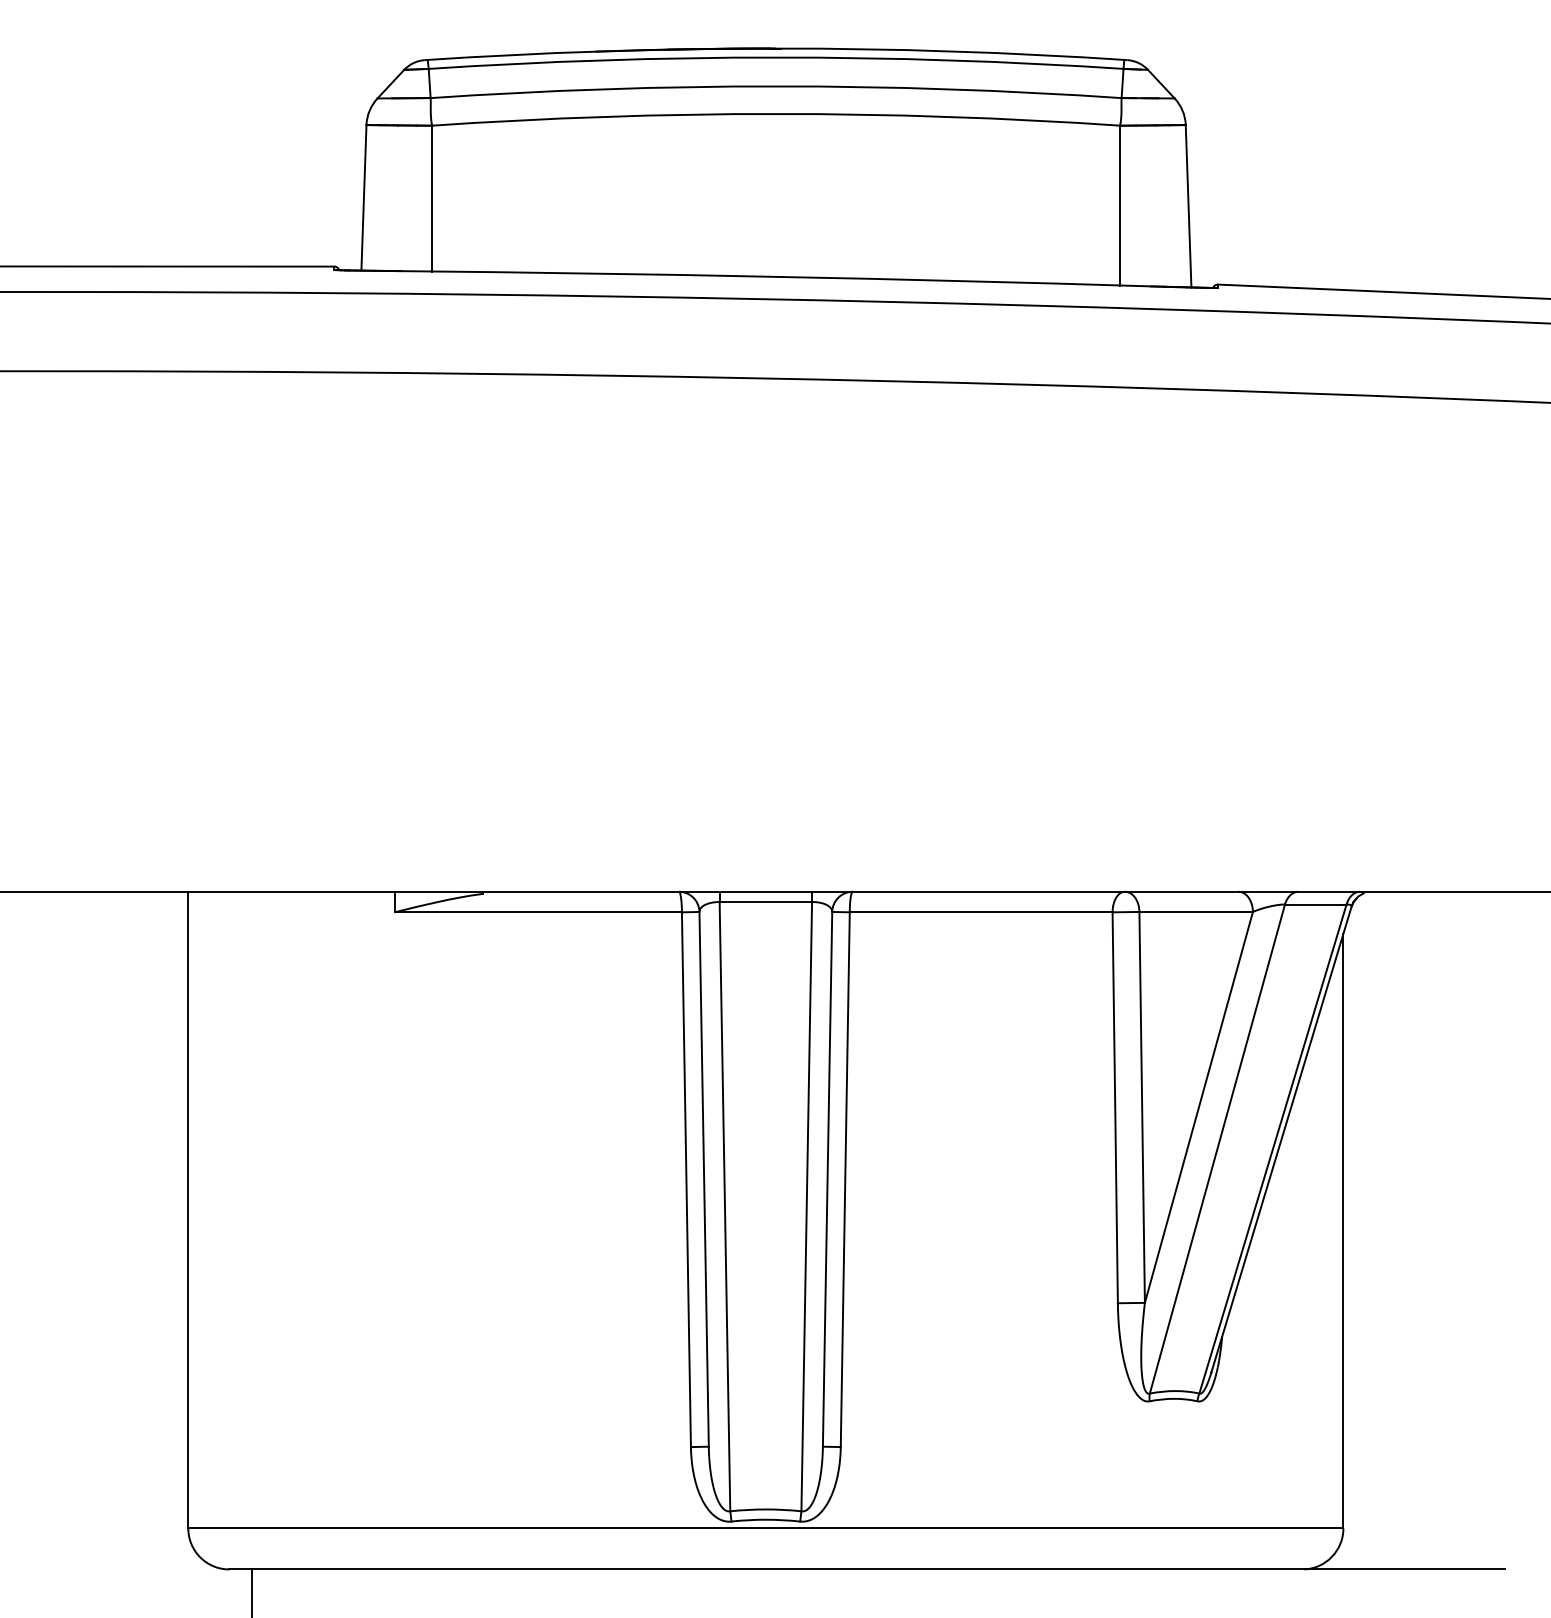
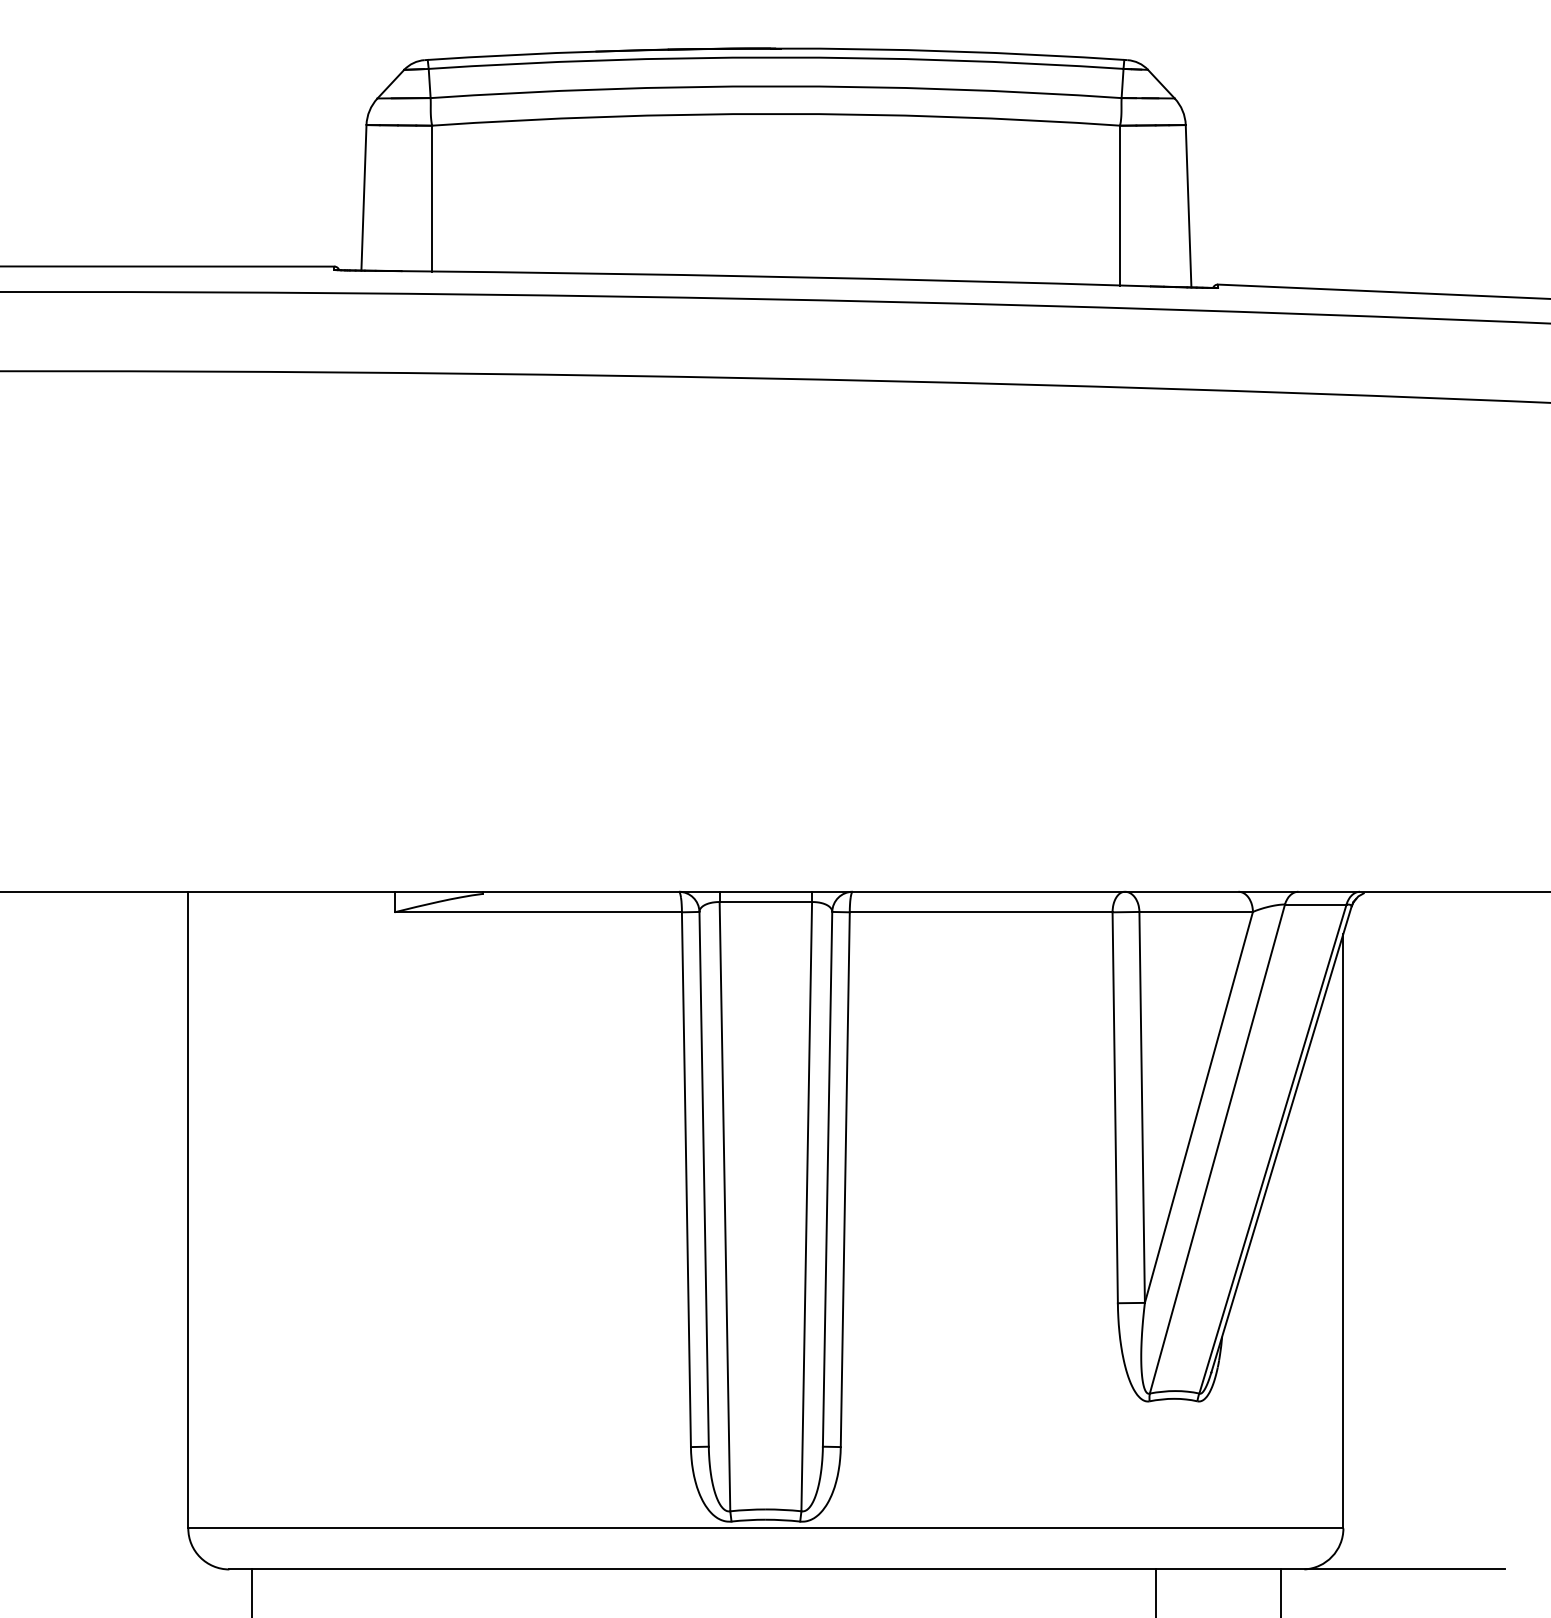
line at (1155, 1591): none -> present
line at (1280, 1591): none -> present
